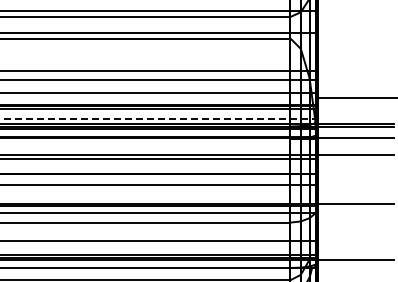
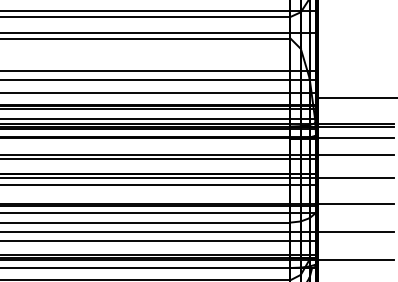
line at (158, 119): dashed -> solid
line at (197, 177): none -> present
line at (197, 232): none -> present
